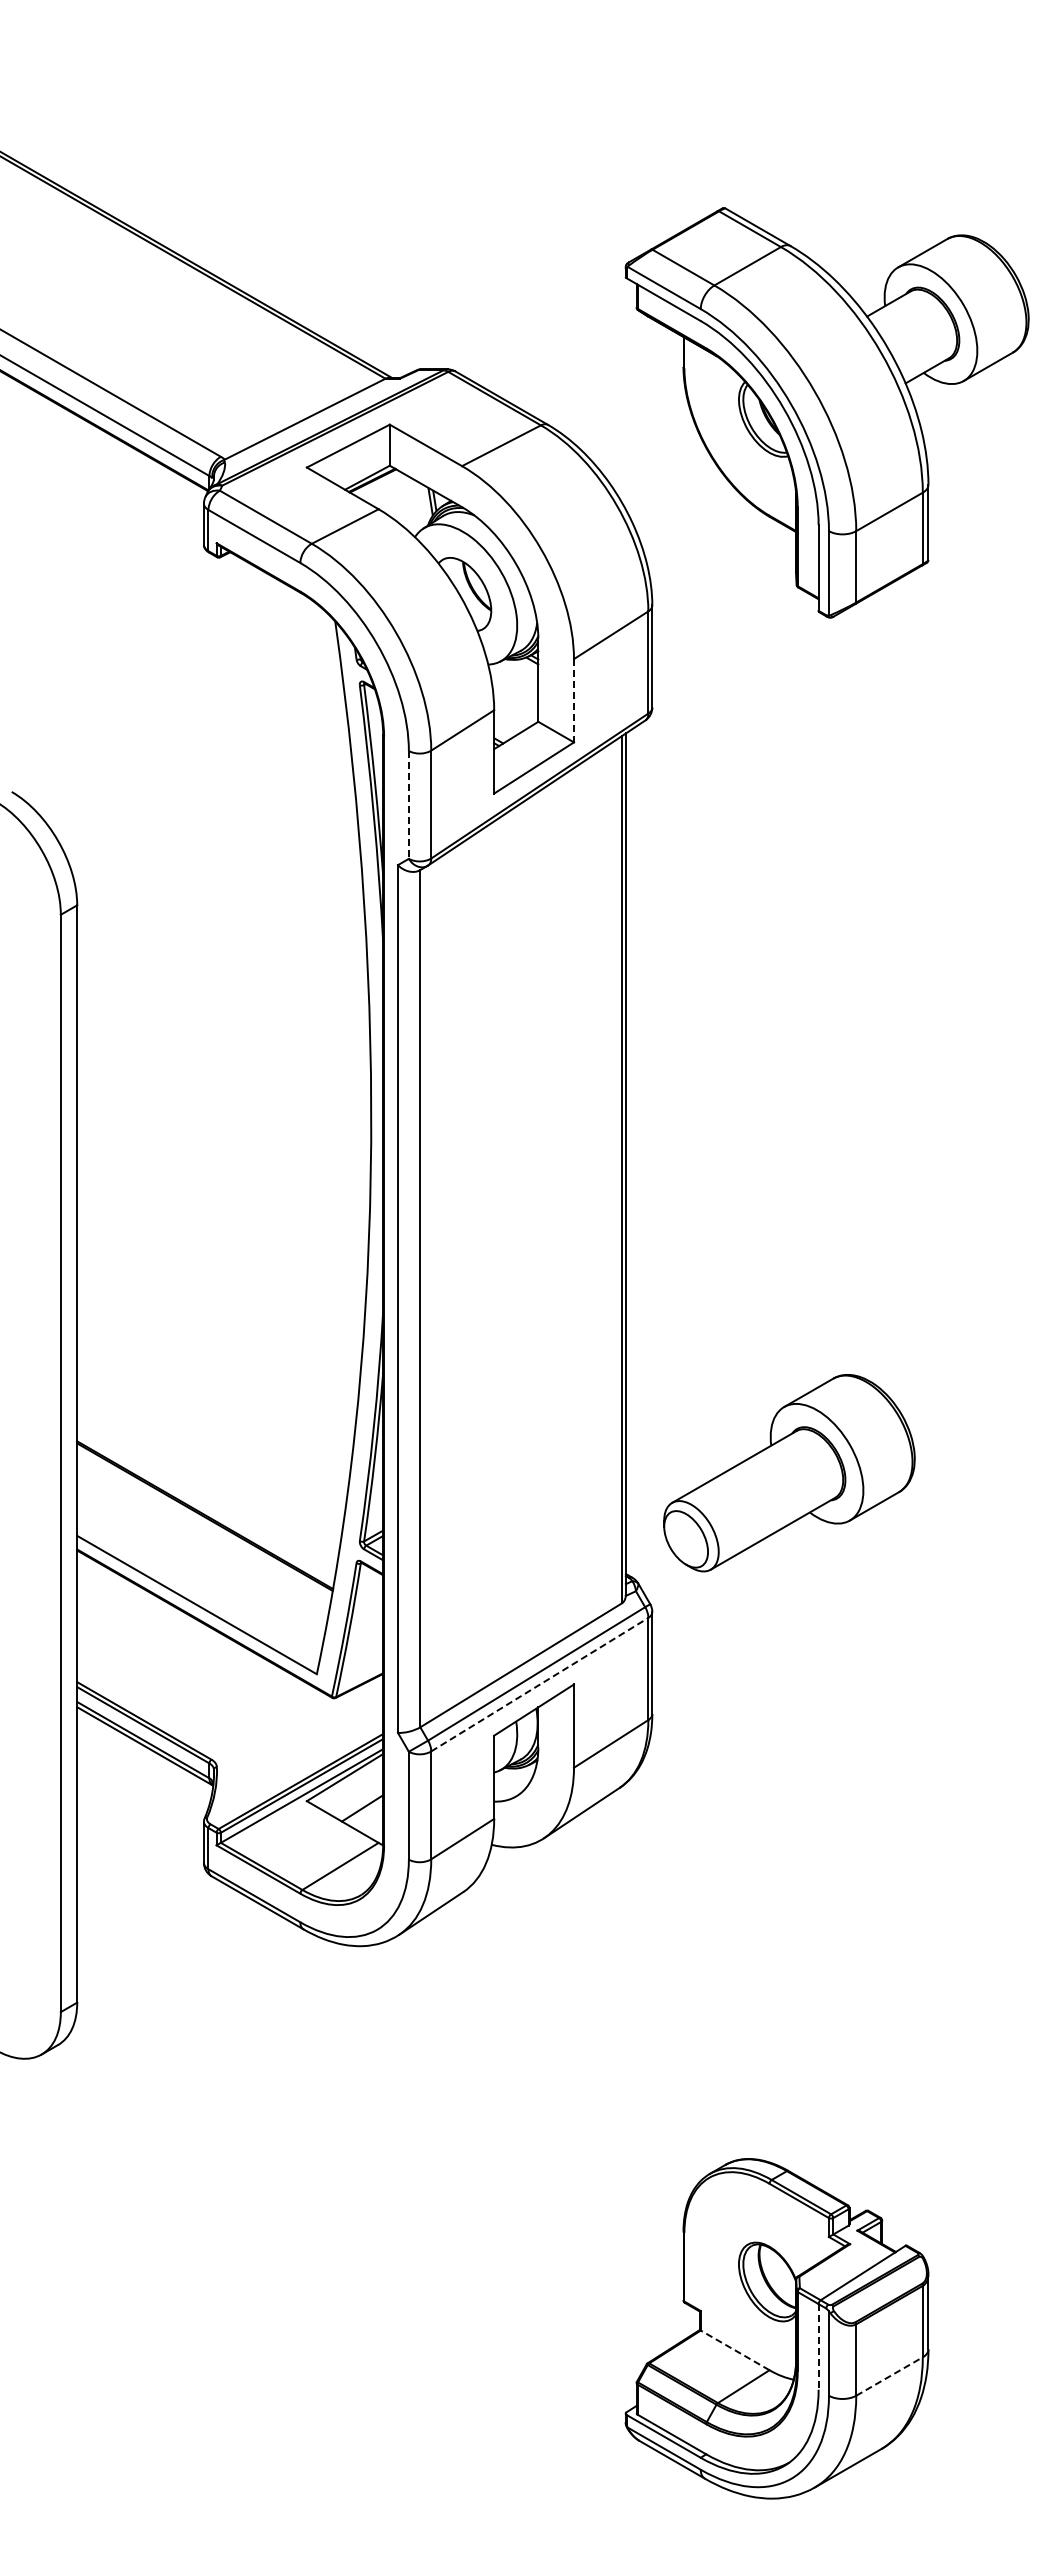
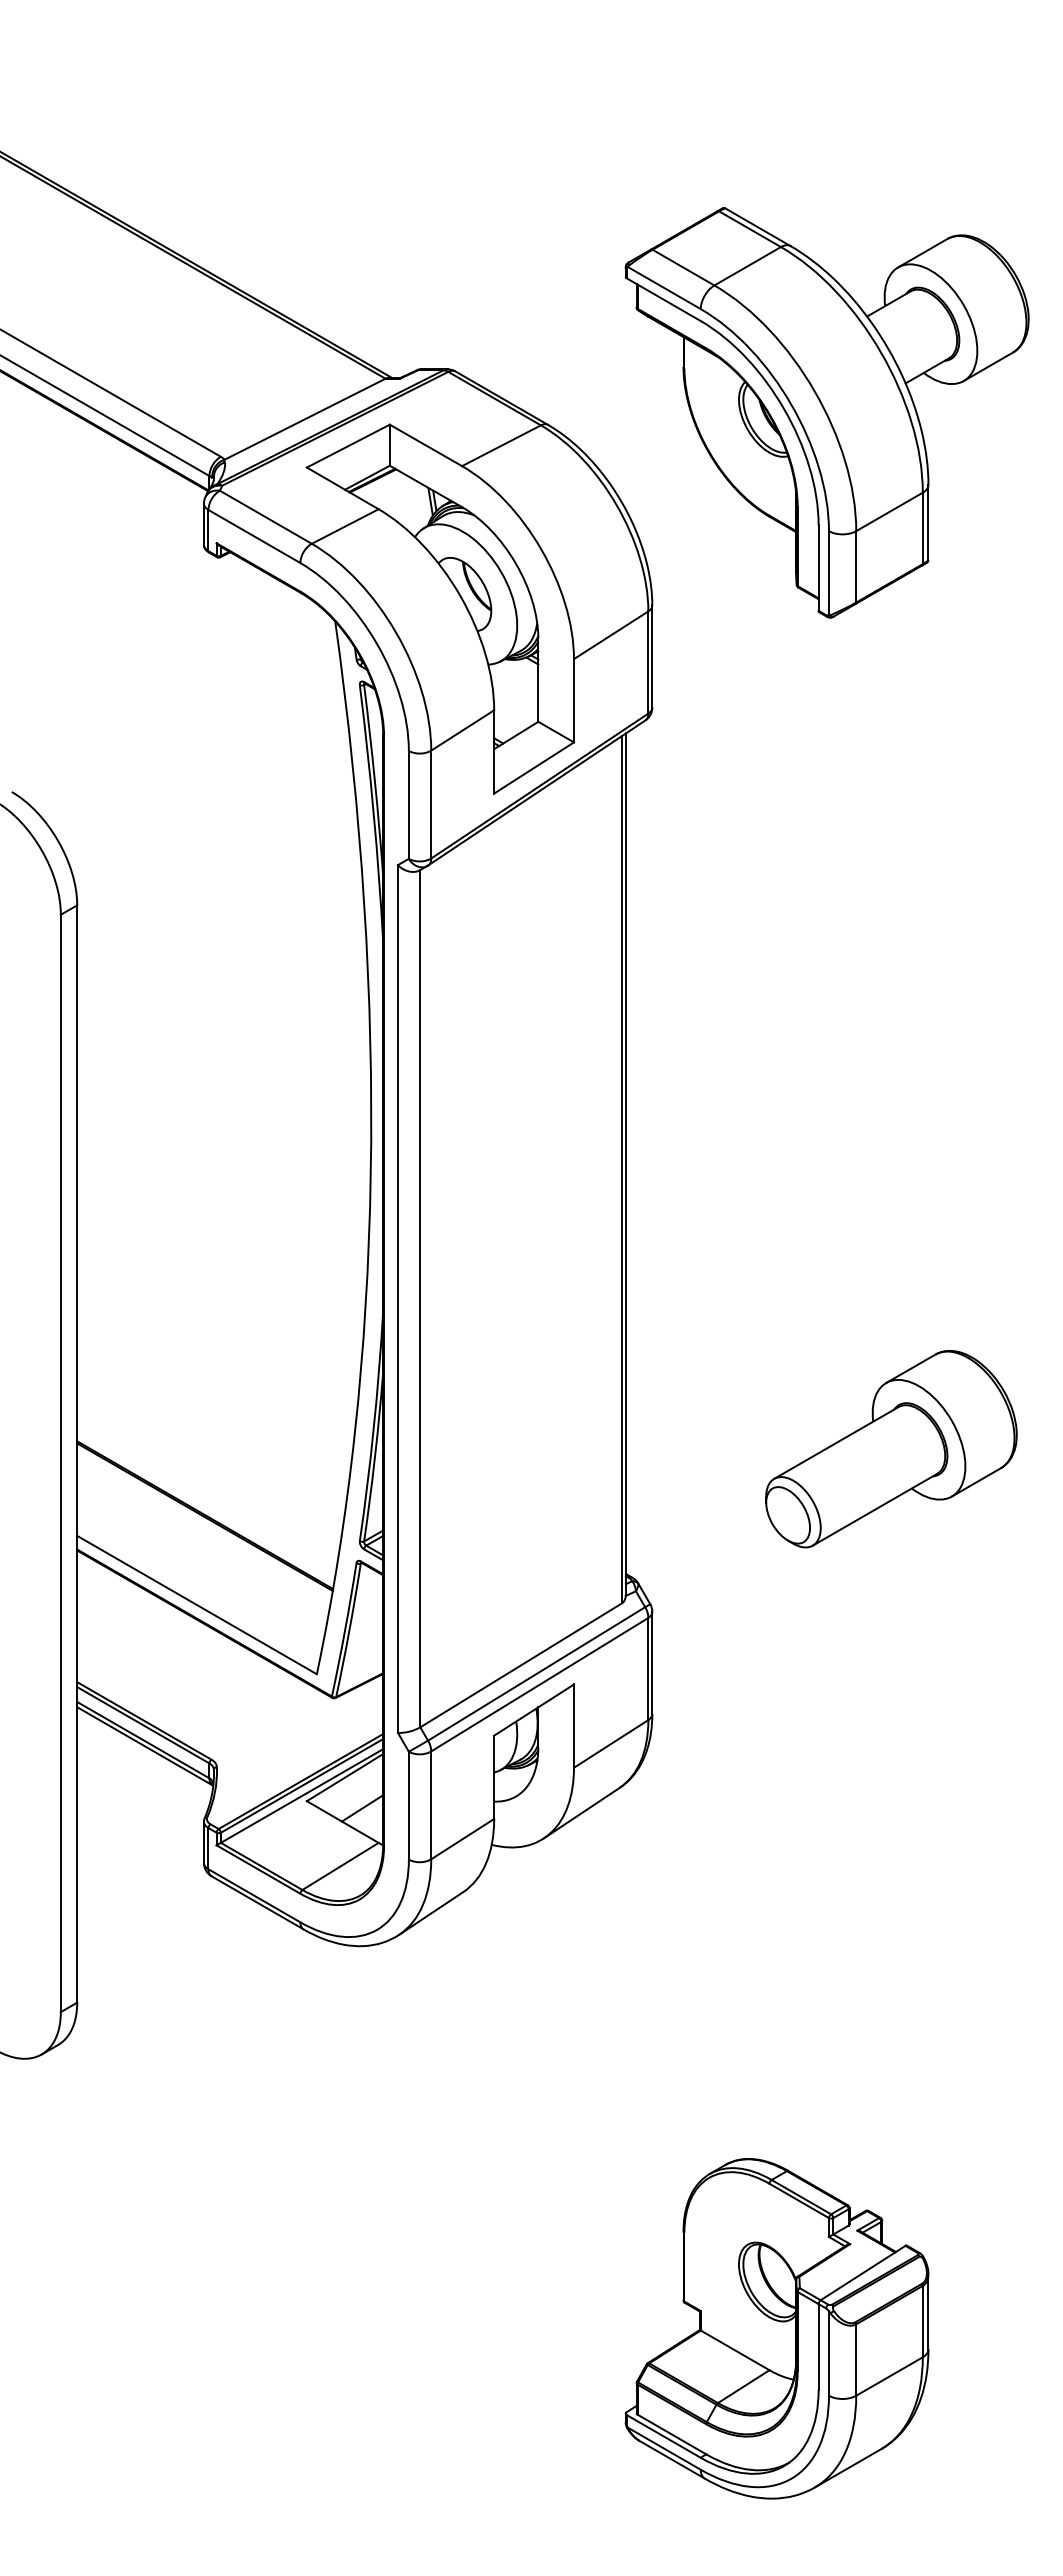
line at (573, 700): dashed -> solid
line at (408, 804): dashed -> solid
part at (789, 1473) position: (789, 1473) -> (891, 1449)
line at (540, 1684): dashed -> solid
line at (818, 2346): dashed -> solid
line at (735, 2350): dashed -> solid
line at (889, 2376): dashed -> solid
